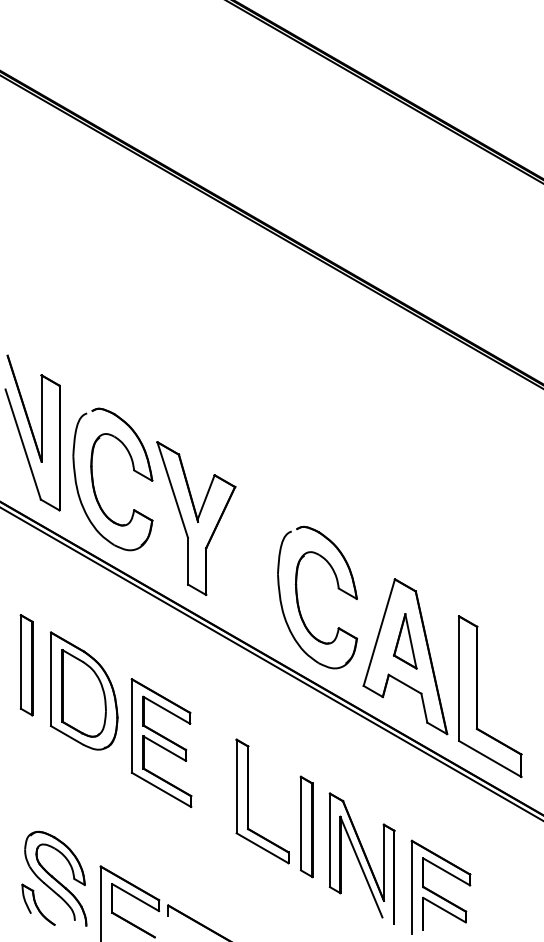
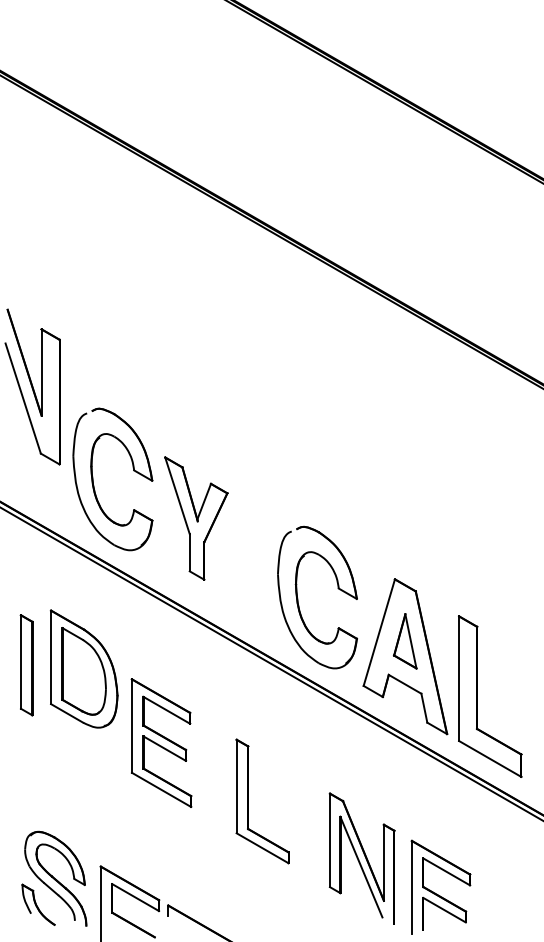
part at (32, 432) position: (32, 432) -> (32, 386)
part at (196, 518) size: 81x155 px -> 65x125 px
part at (83, 690) position: (83, 690) -> (83, 668)
part at (306, 826): present -> none
